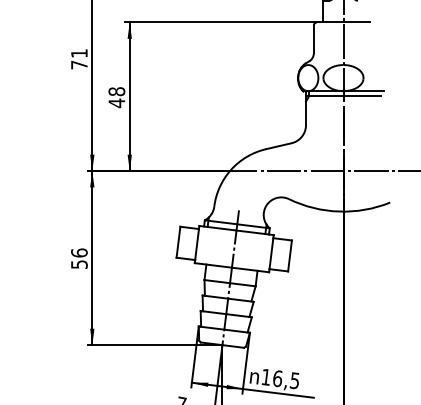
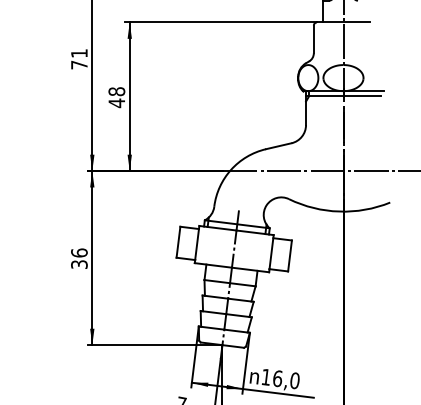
text at (78, 264): 56 -> 36
text at (294, 380): 16,5 -> 16,0
